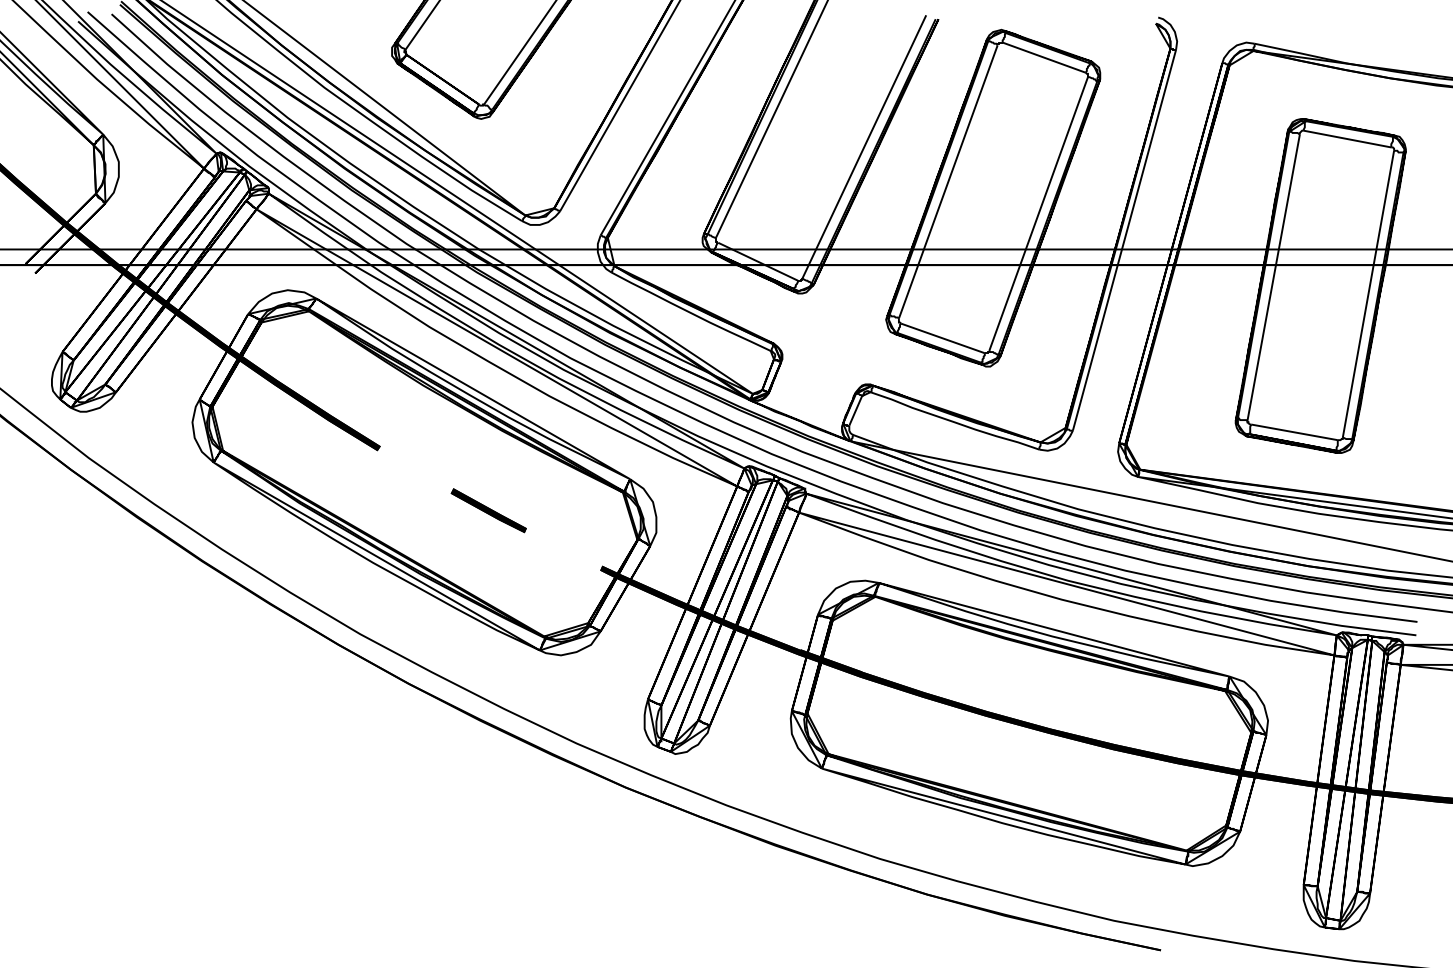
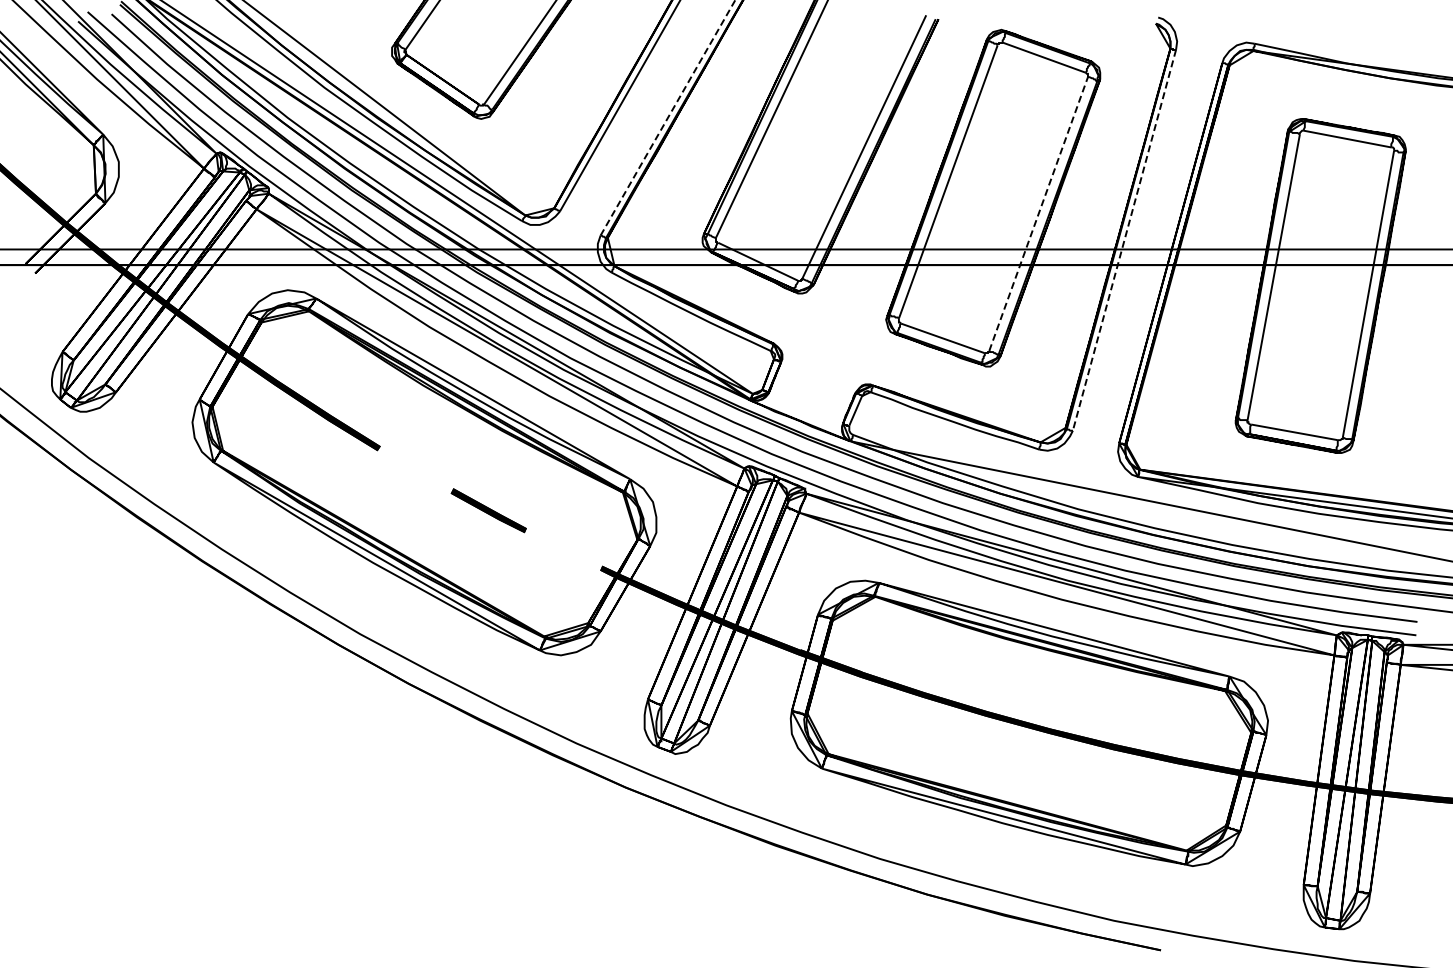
line at (668, 117): solid -> dashed
line at (1038, 214): solid -> dashed
line at (1124, 240): solid -> dashed
